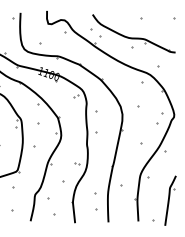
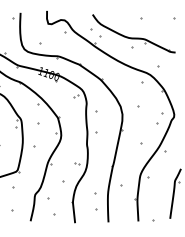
part at (170, 200) position: (170, 200) -> (175, 193)
